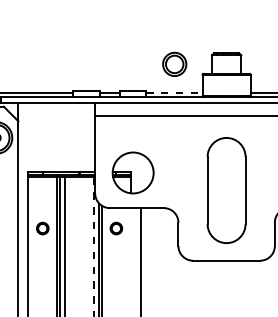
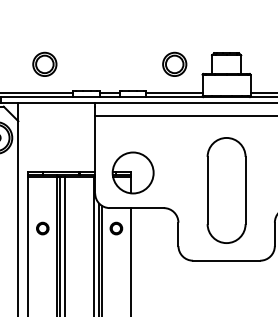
part at (44, 63): none -> present
line at (174, 92): dashed -> solid
line at (94, 247): dashed -> solid
line at (141, 260) position: (141, 260) -> (131, 260)
